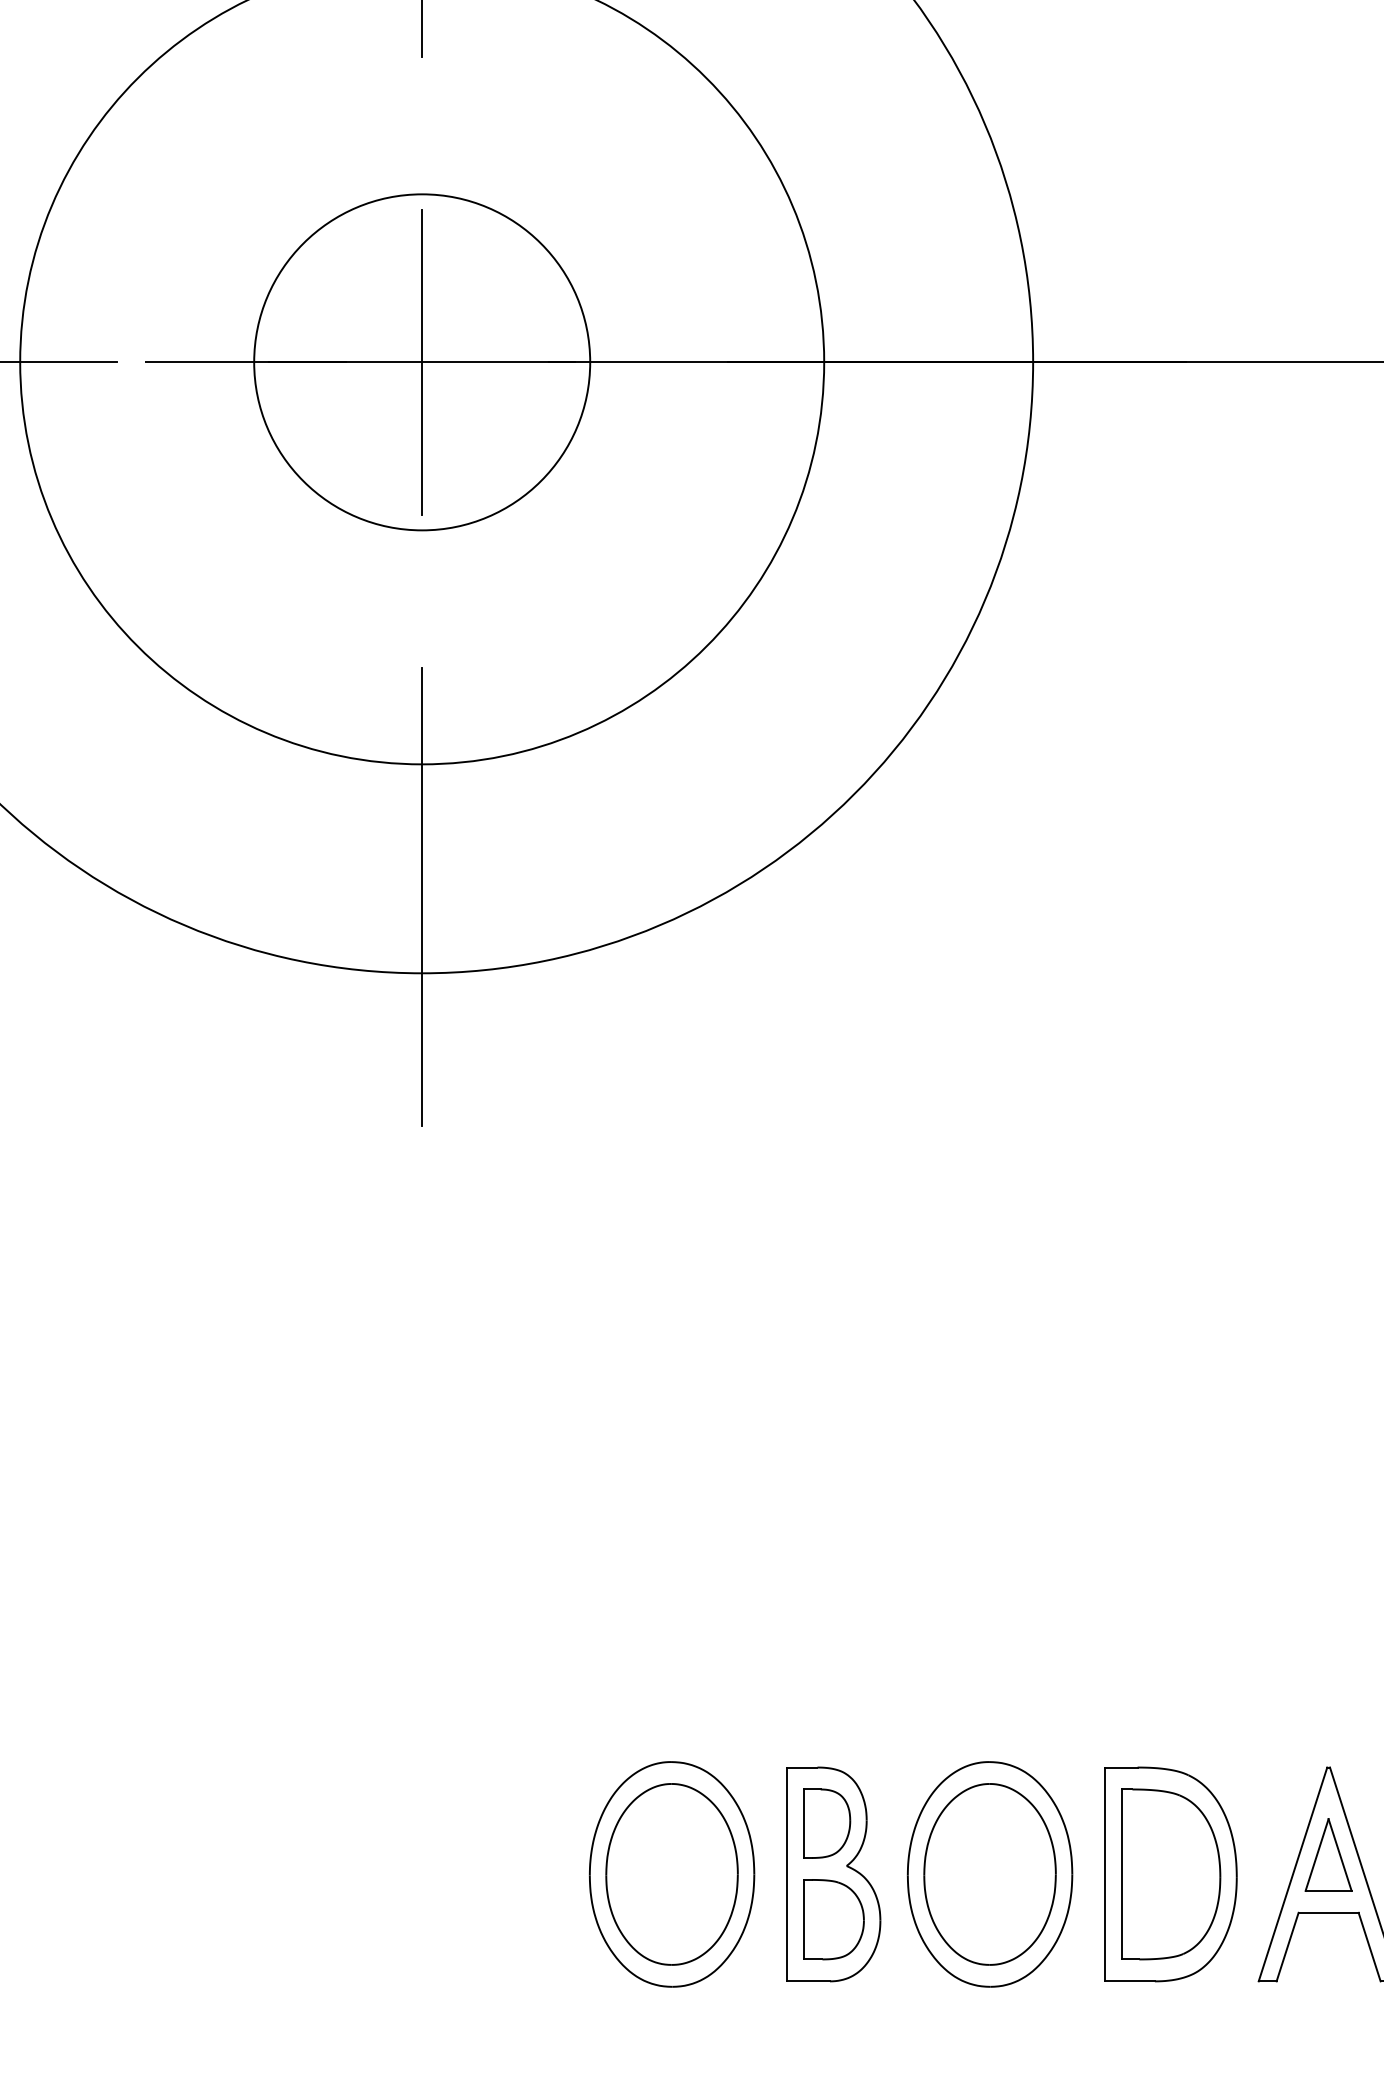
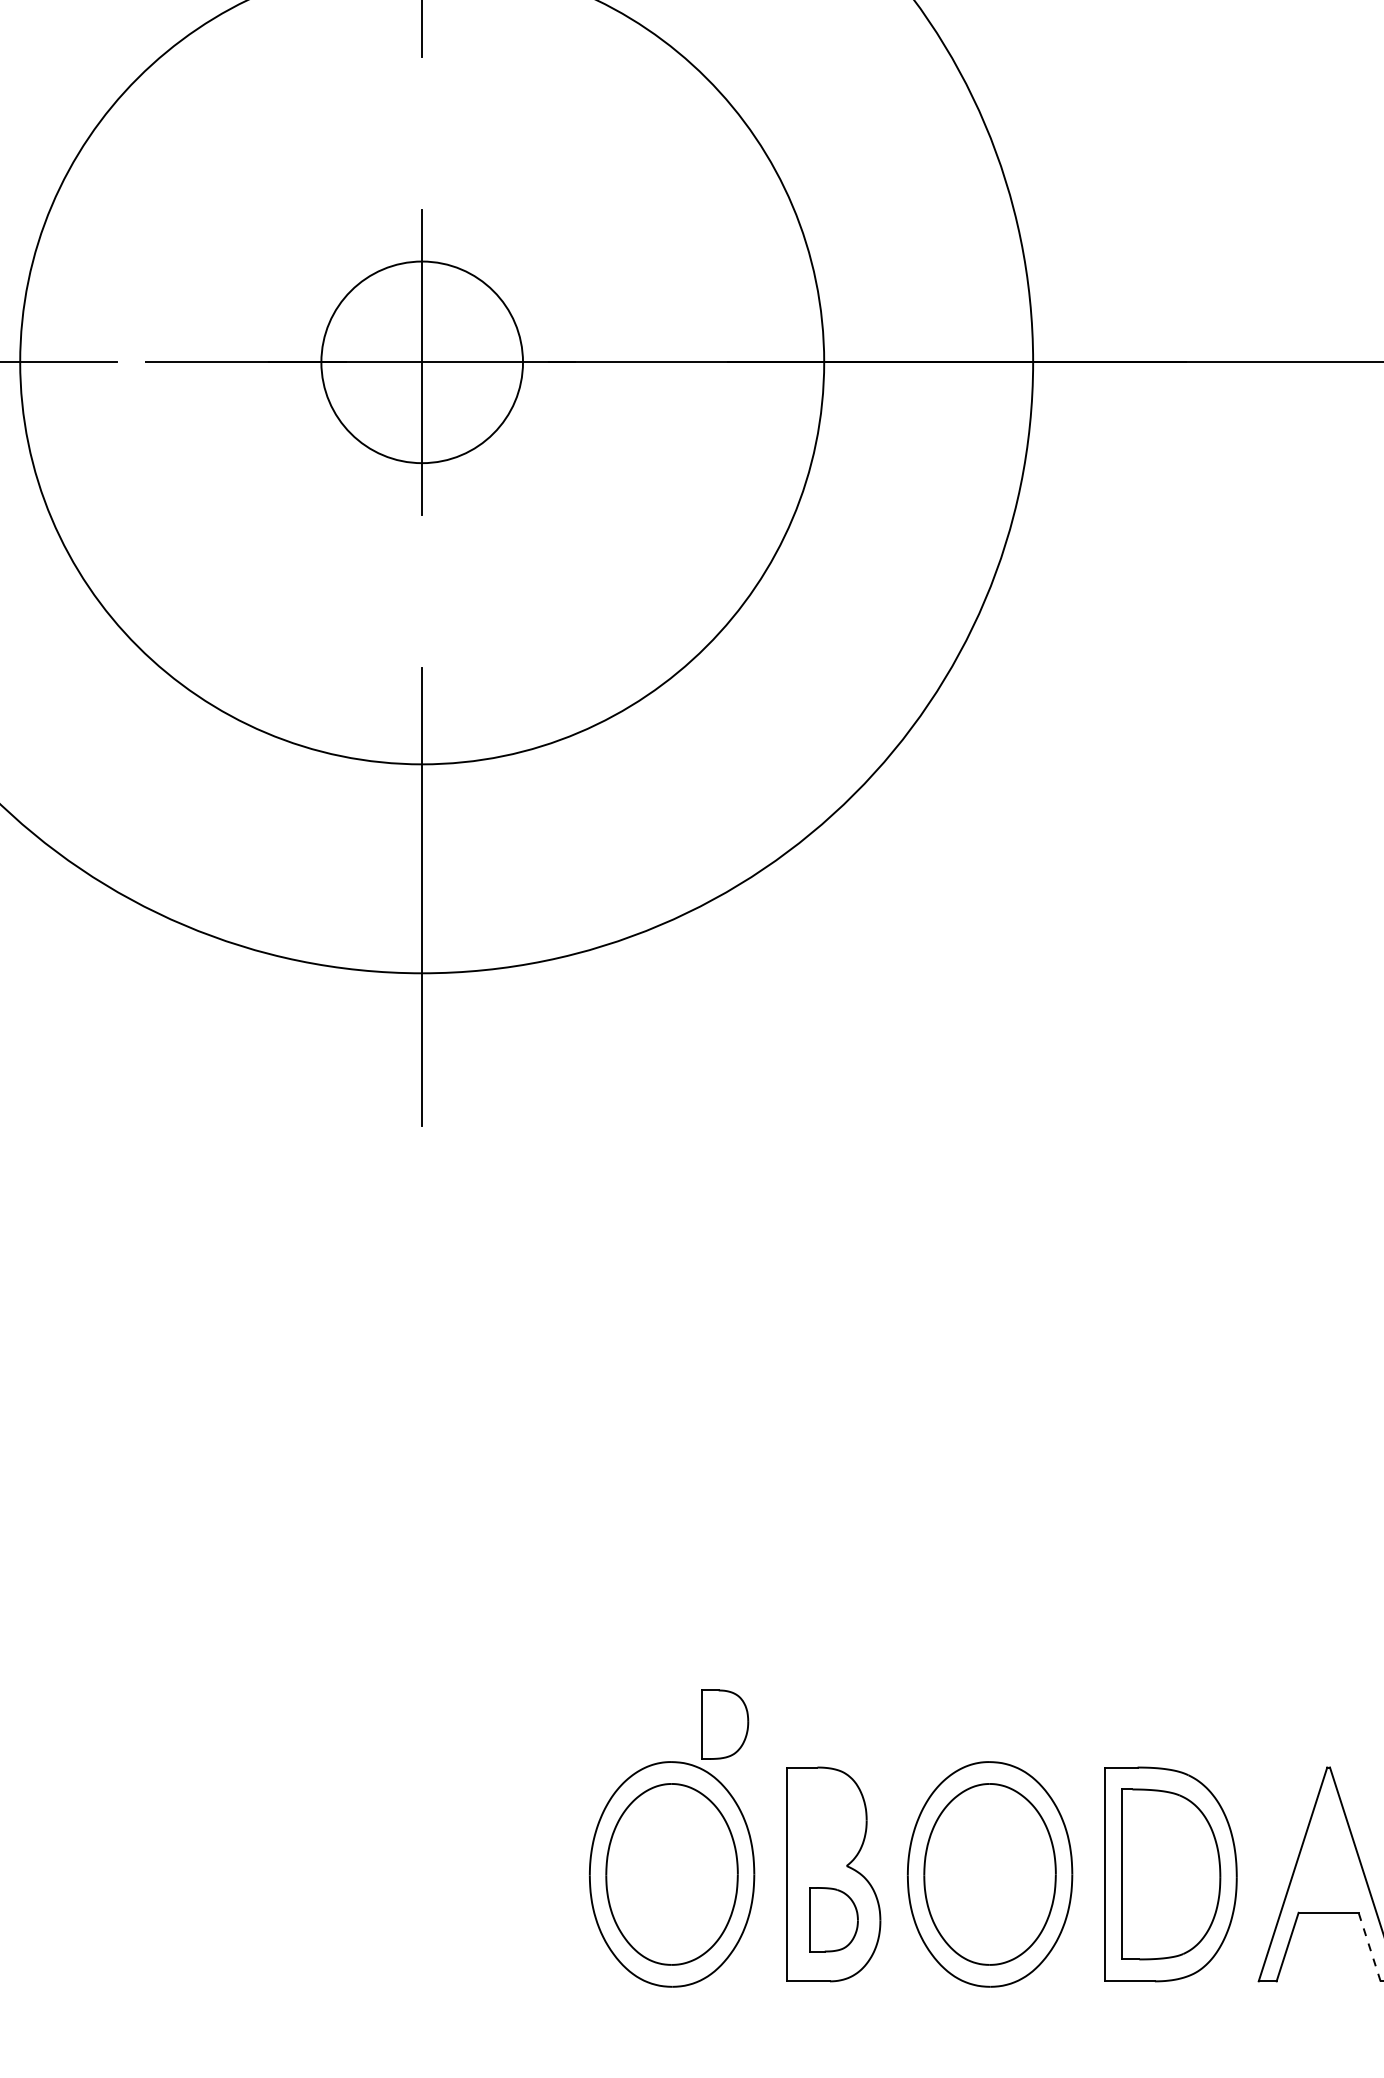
circle at (422, 362) diameter: 336 px -> 202 px
part at (827, 1823) position: (827, 1823) -> (725, 1724)
part at (1328, 1854): present -> none
part at (833, 1919) size: 62x82 px -> 50x66 px
line at (1369, 1947): solid -> dashed
